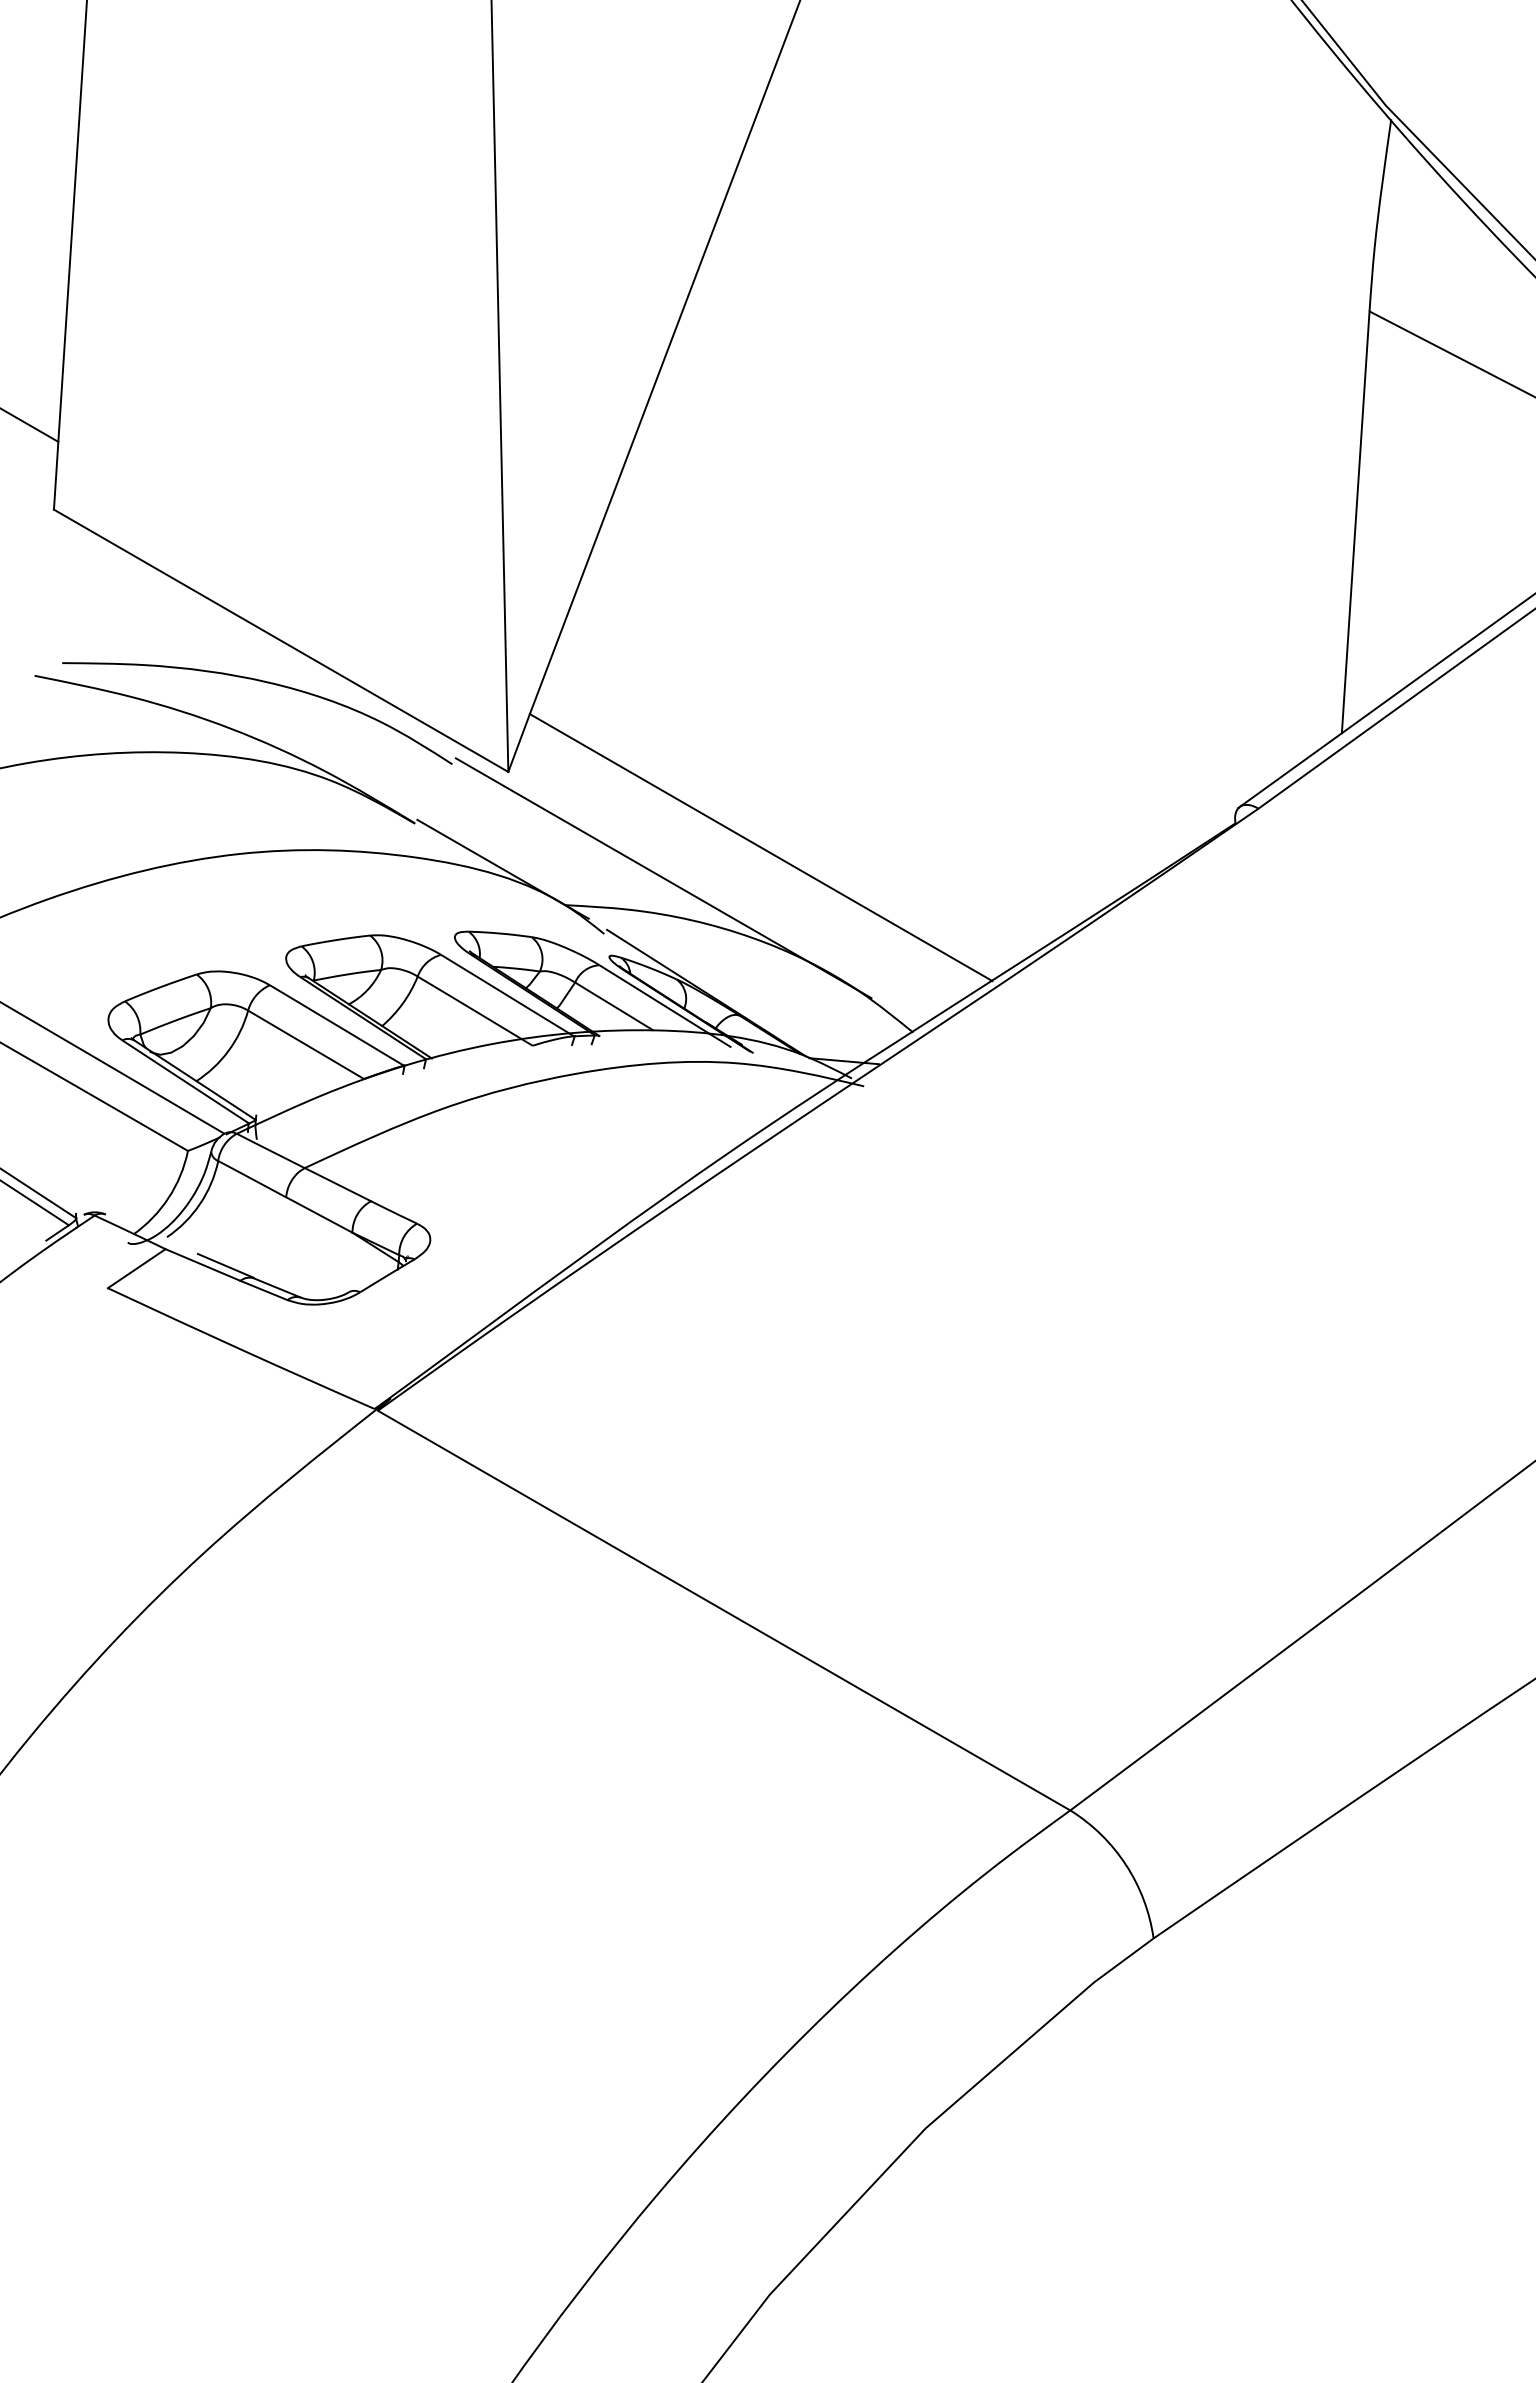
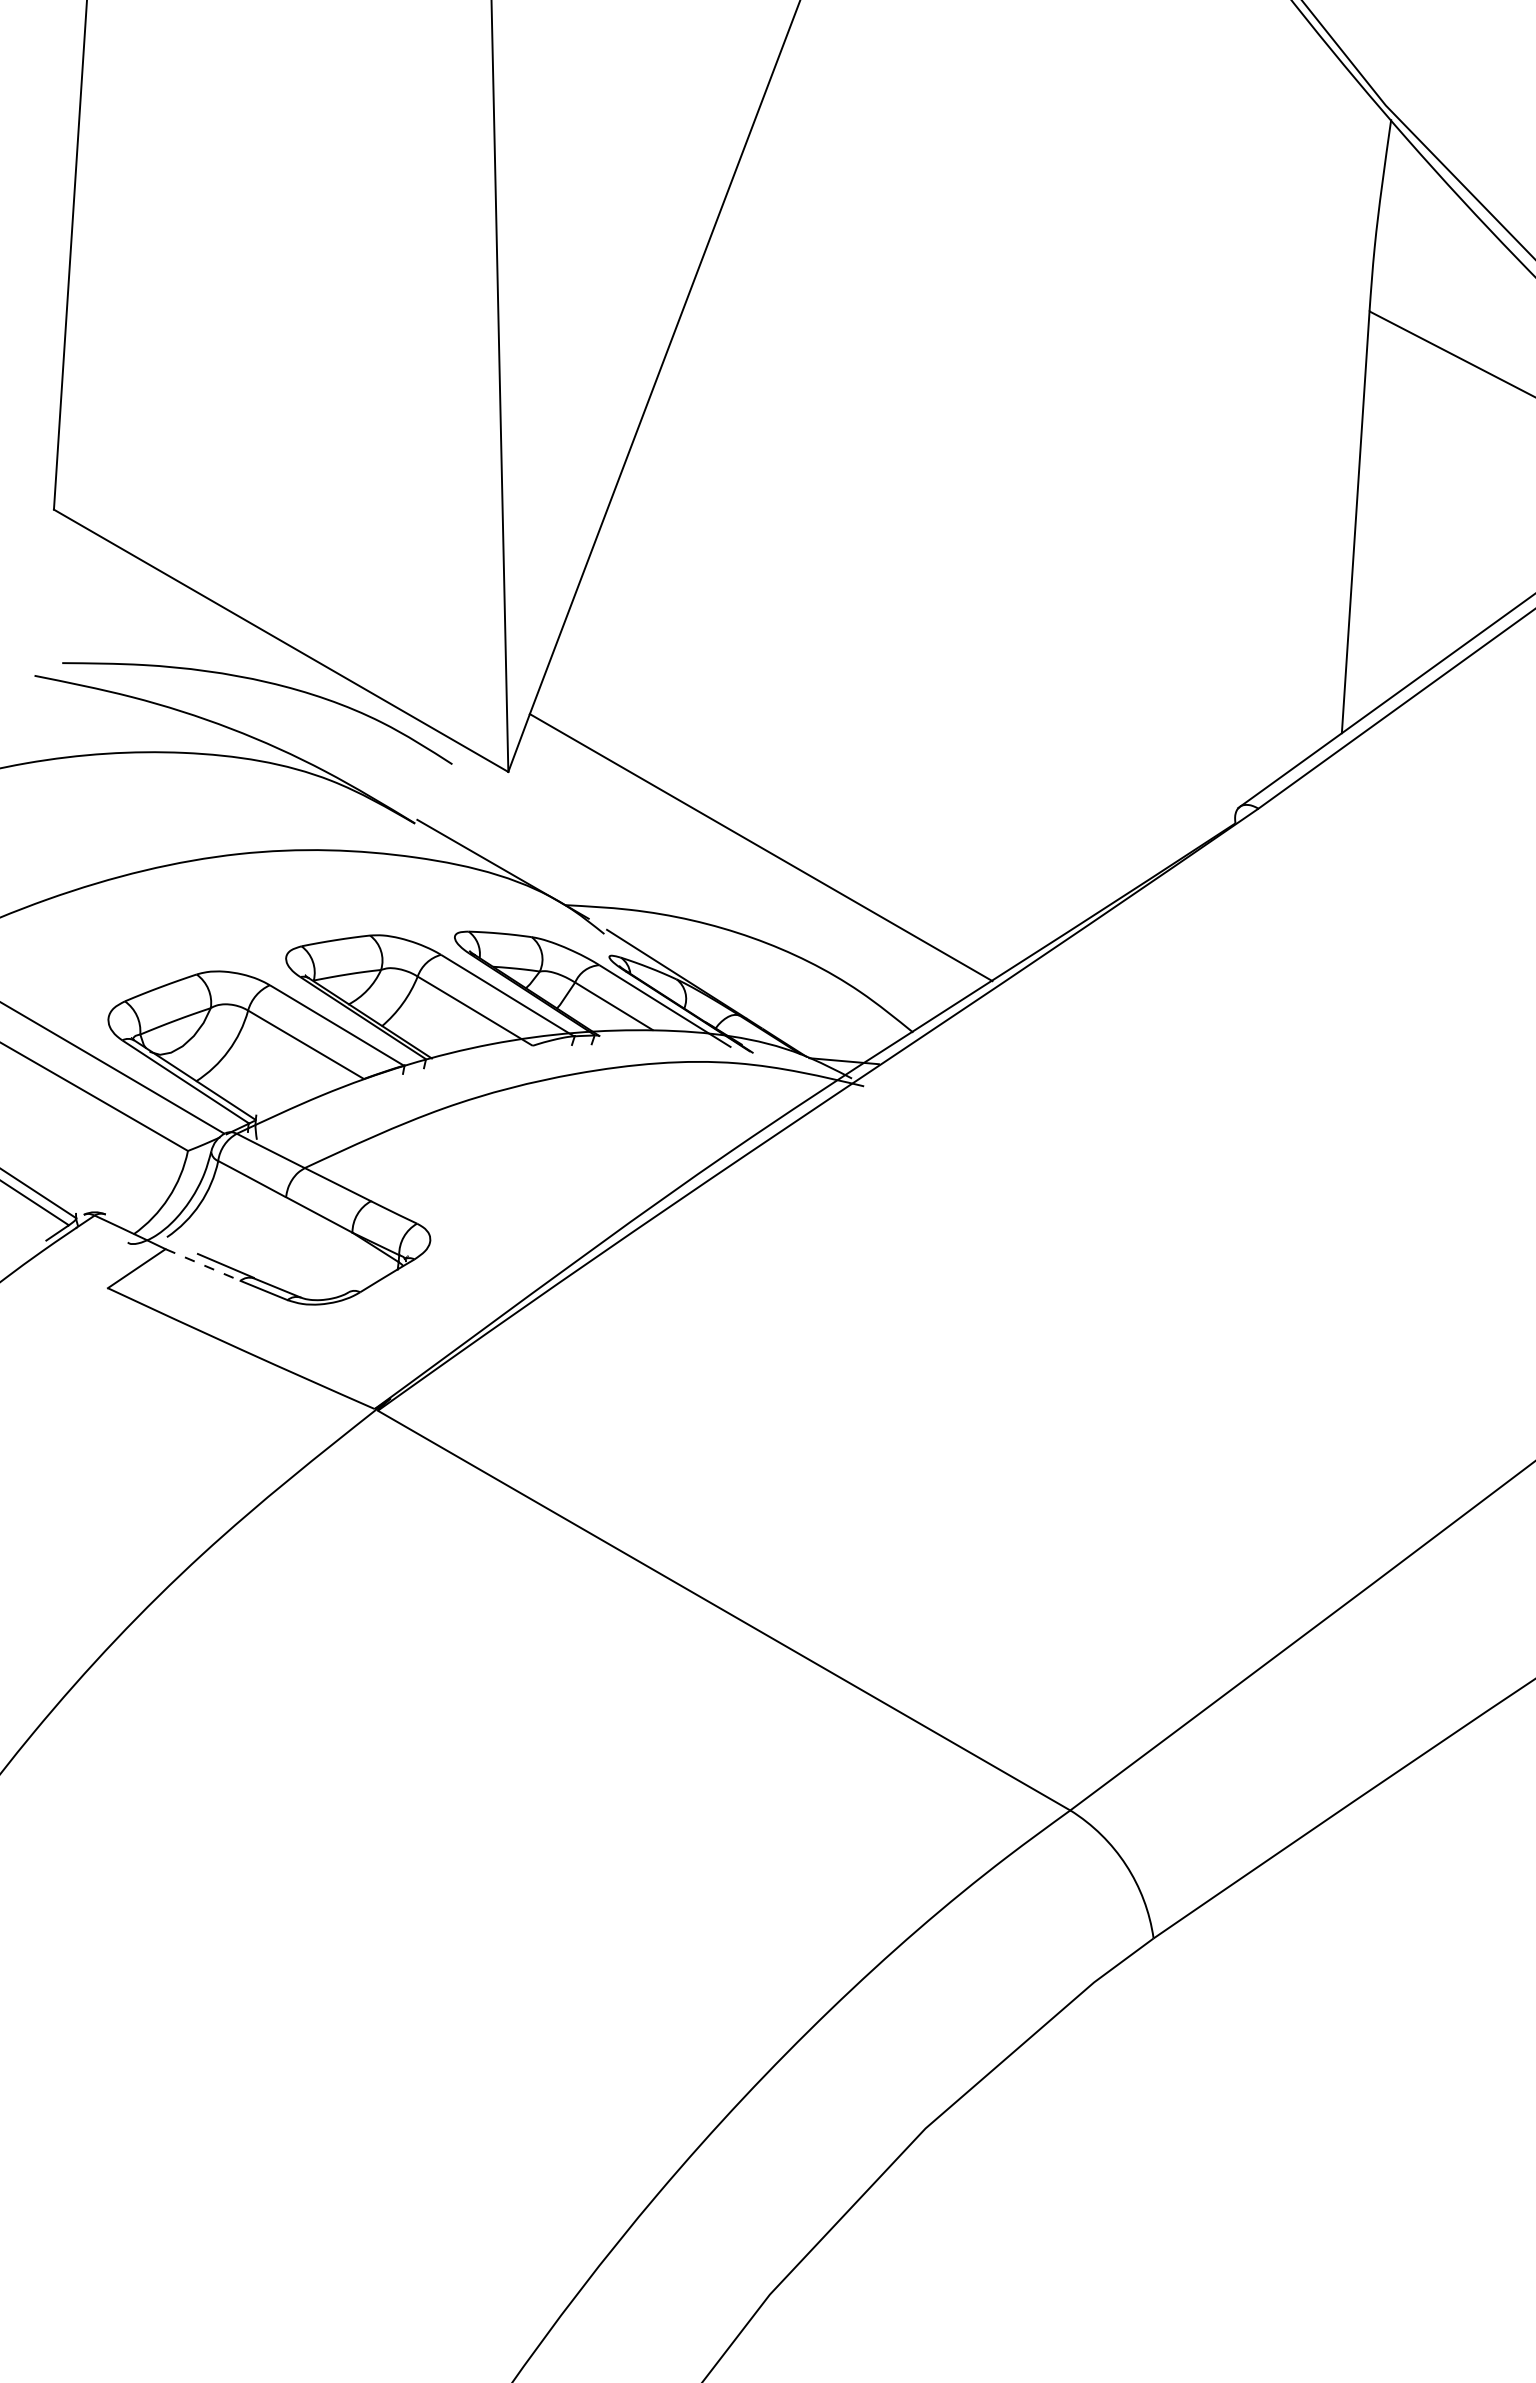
line at (30, 425): present -> none
line at (663, 878): present -> none
line at (203, 1265): solid -> dashed
